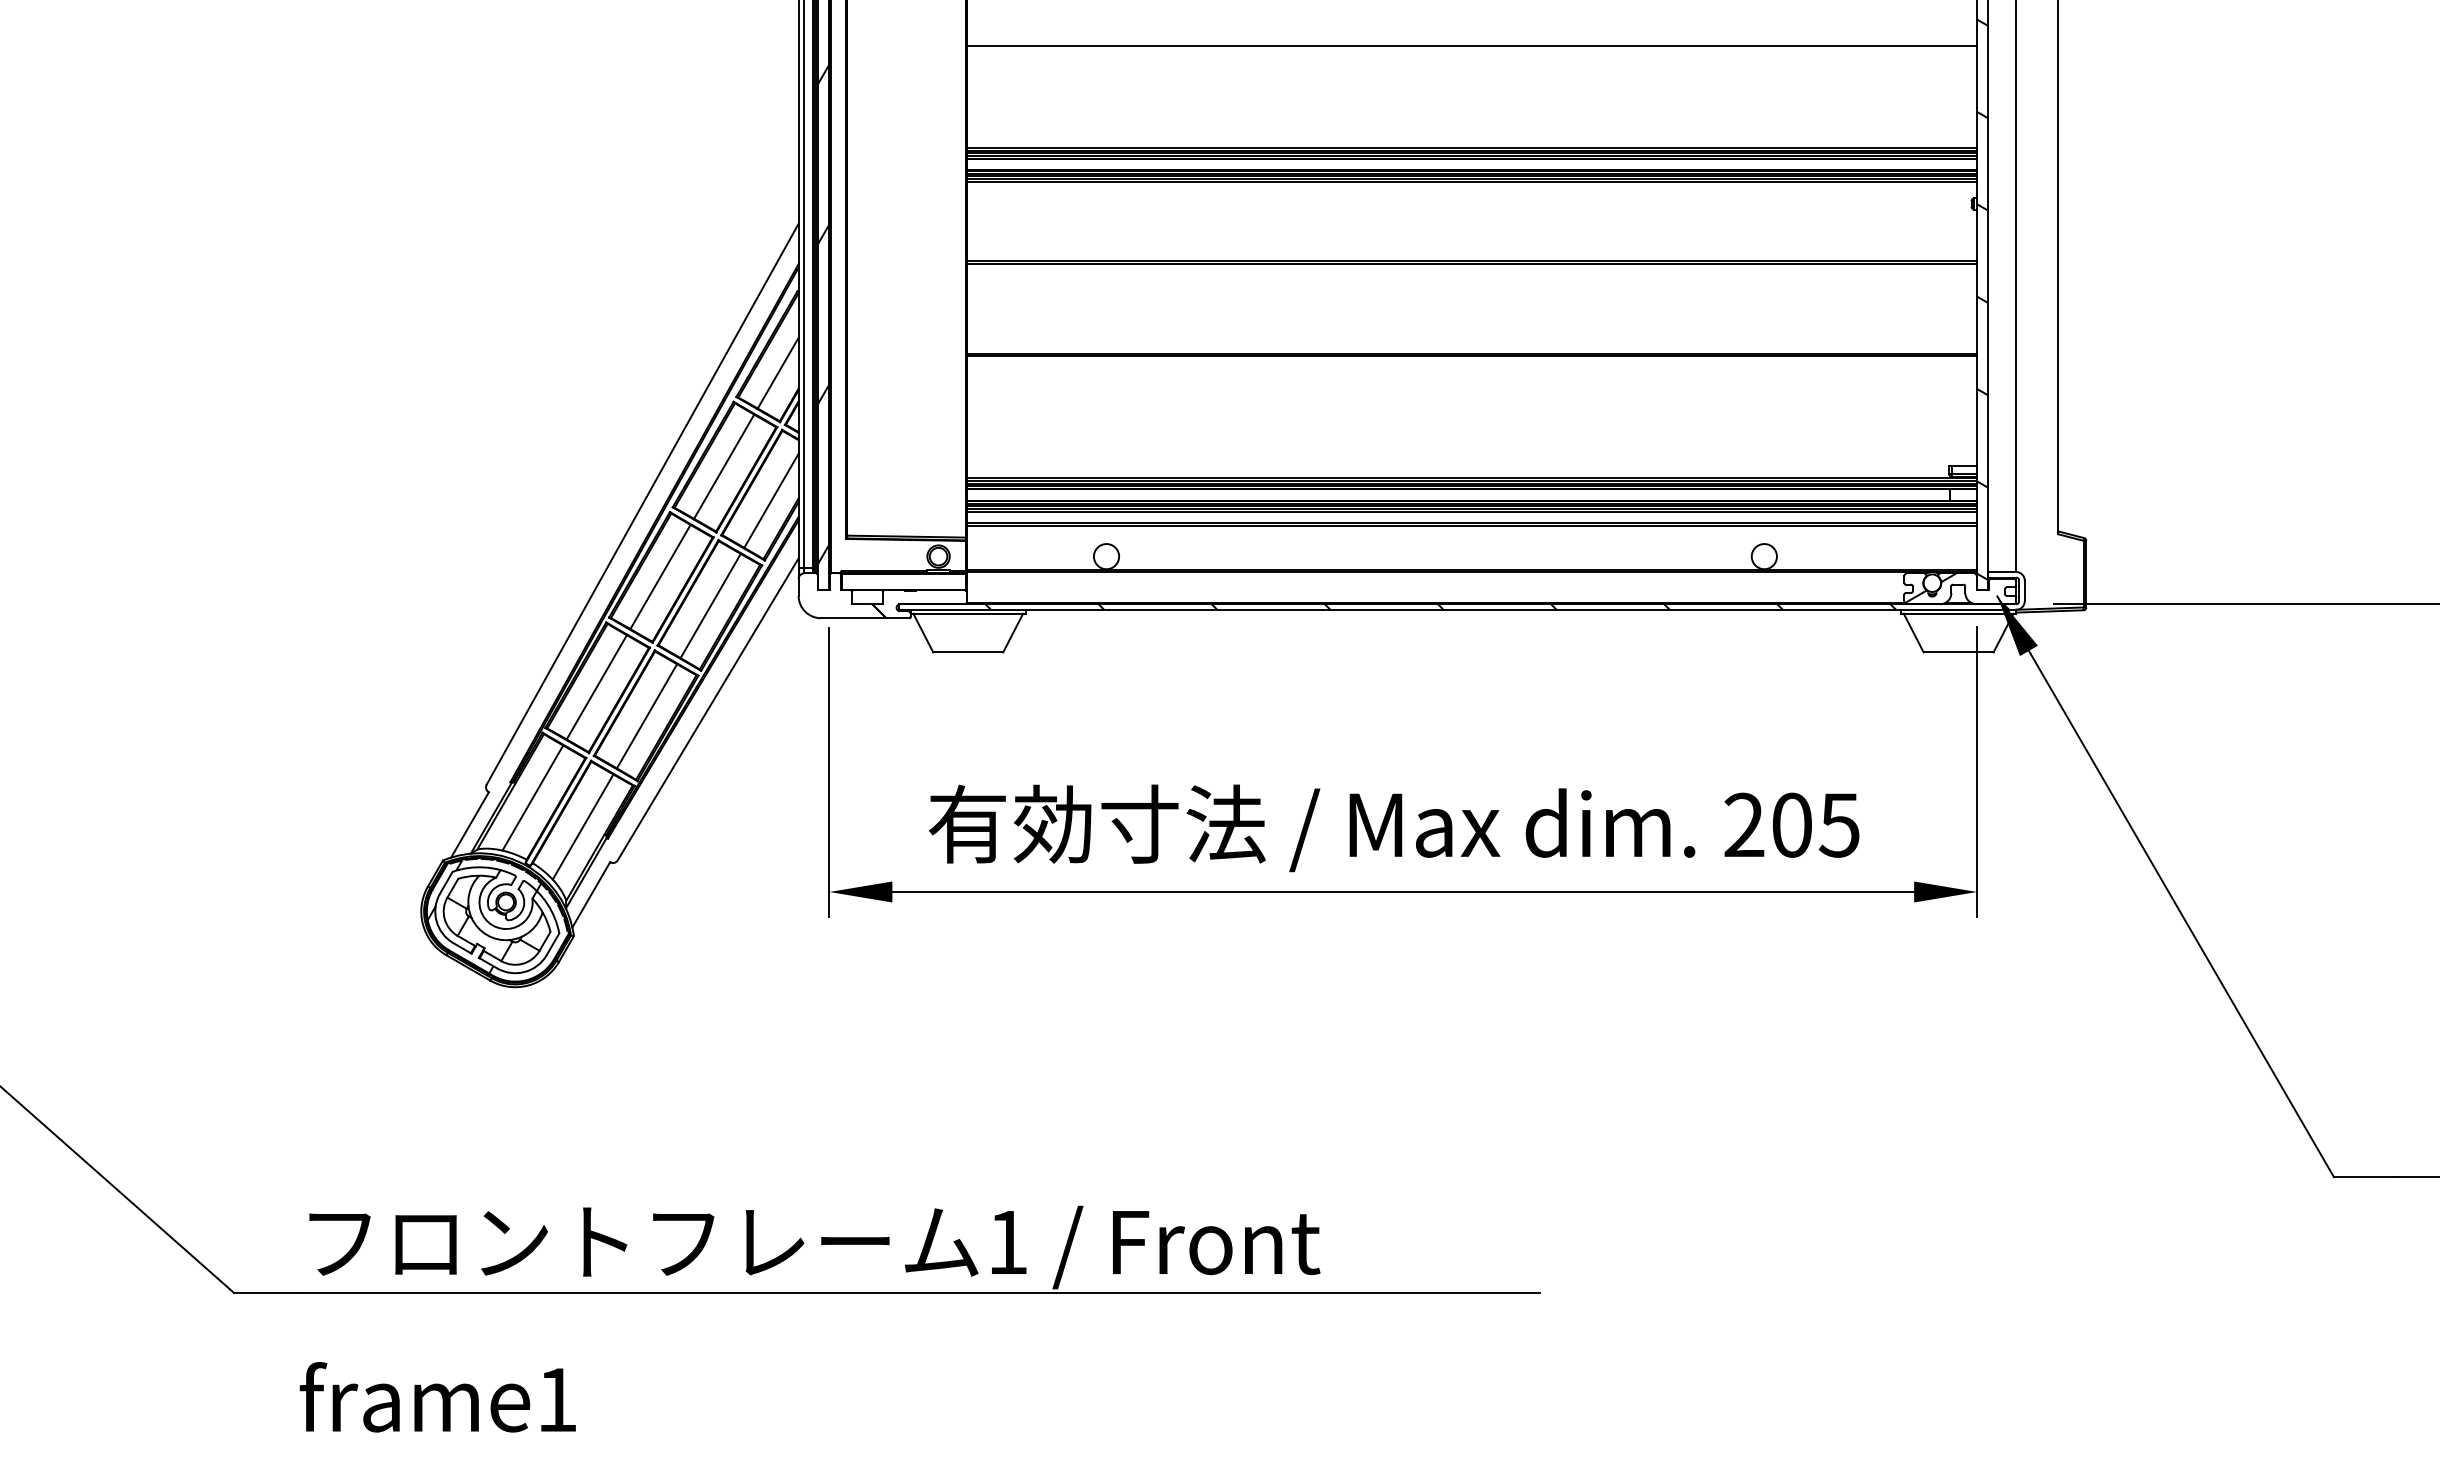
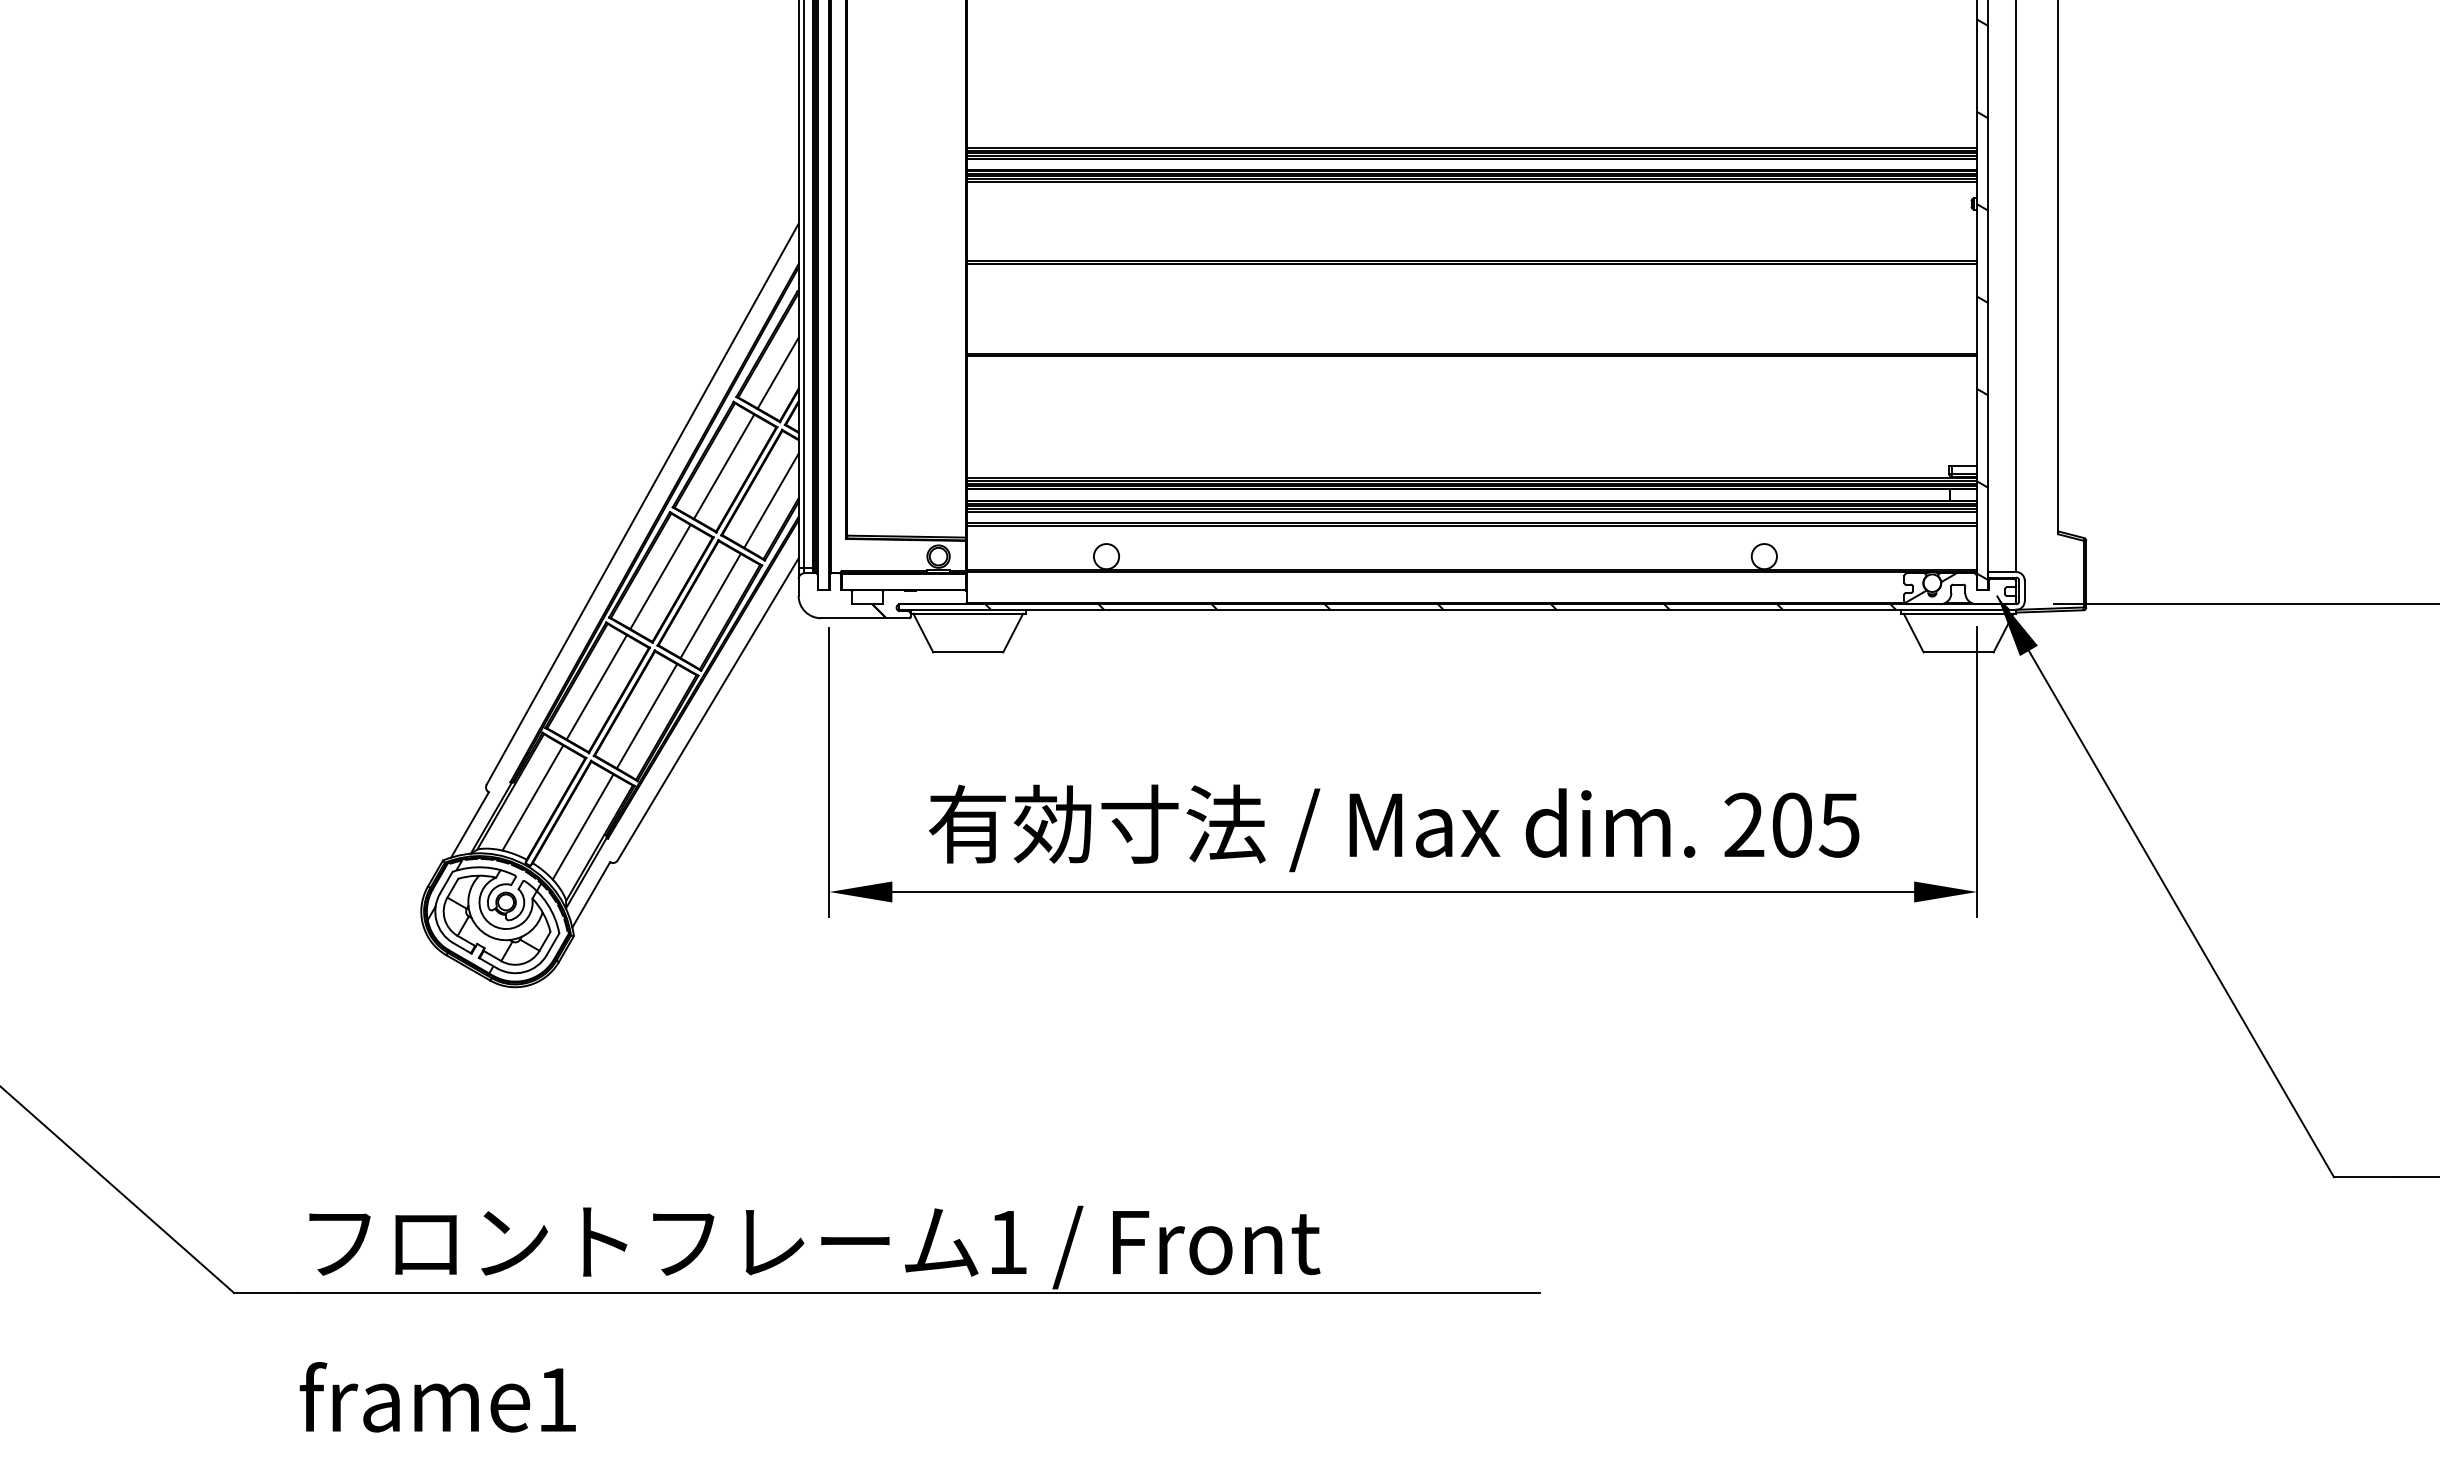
line at (1471, 45): present -> none
hatch at (823, 313): present -> none
